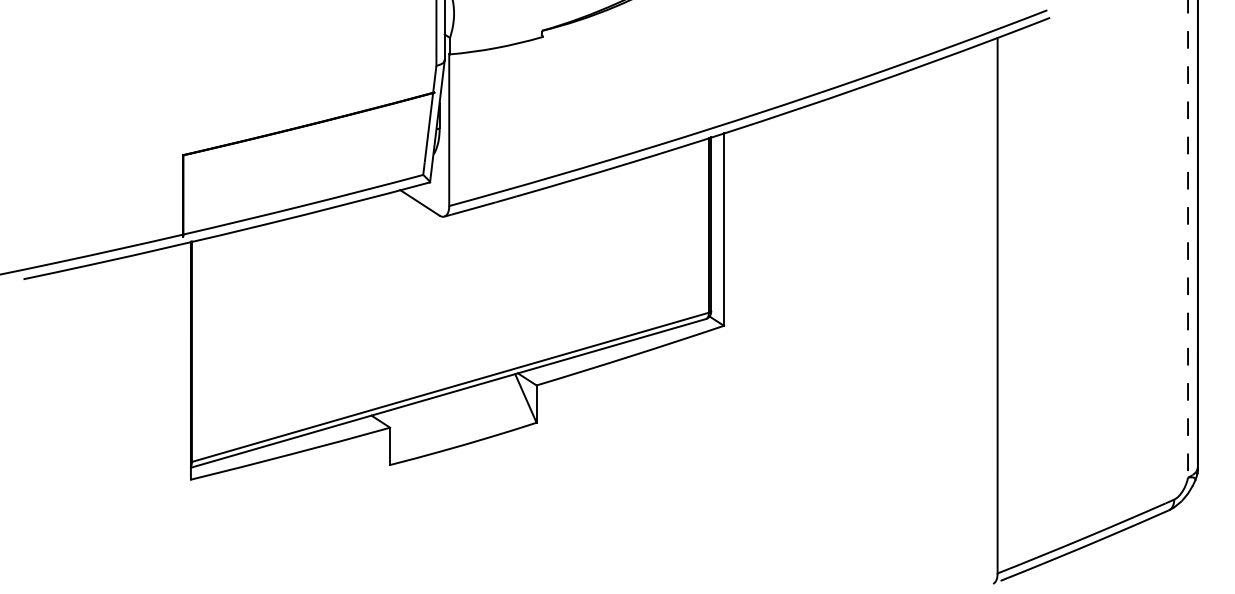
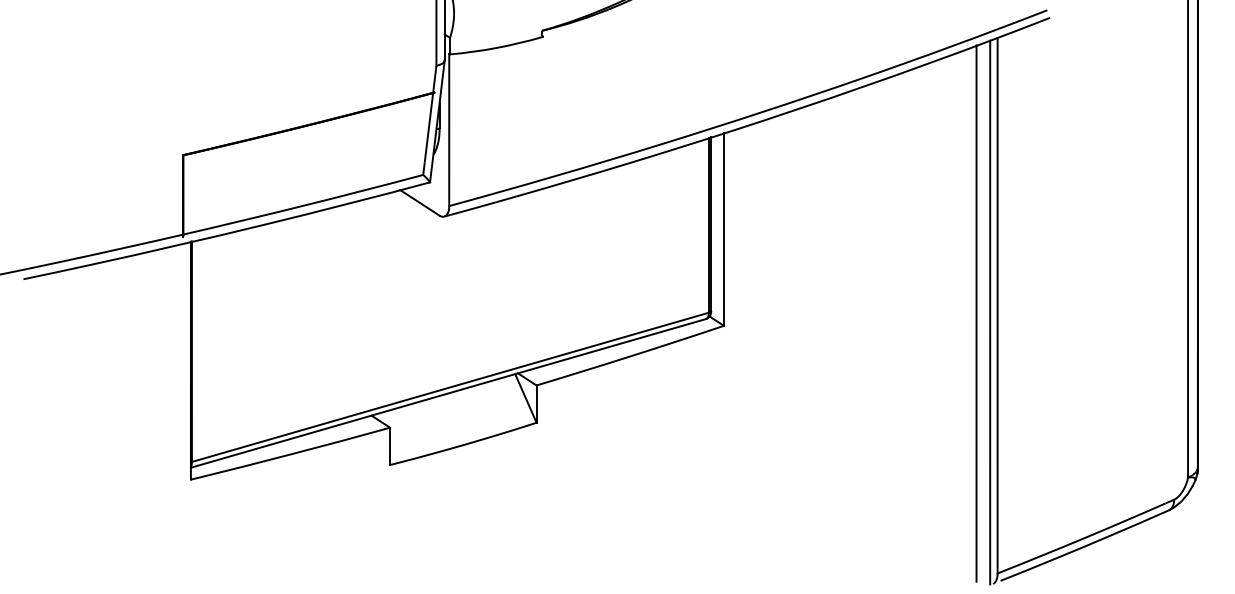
line at (1188, 239): dashed -> solid
line at (990, 312): none -> present
line at (976, 313): none -> present
